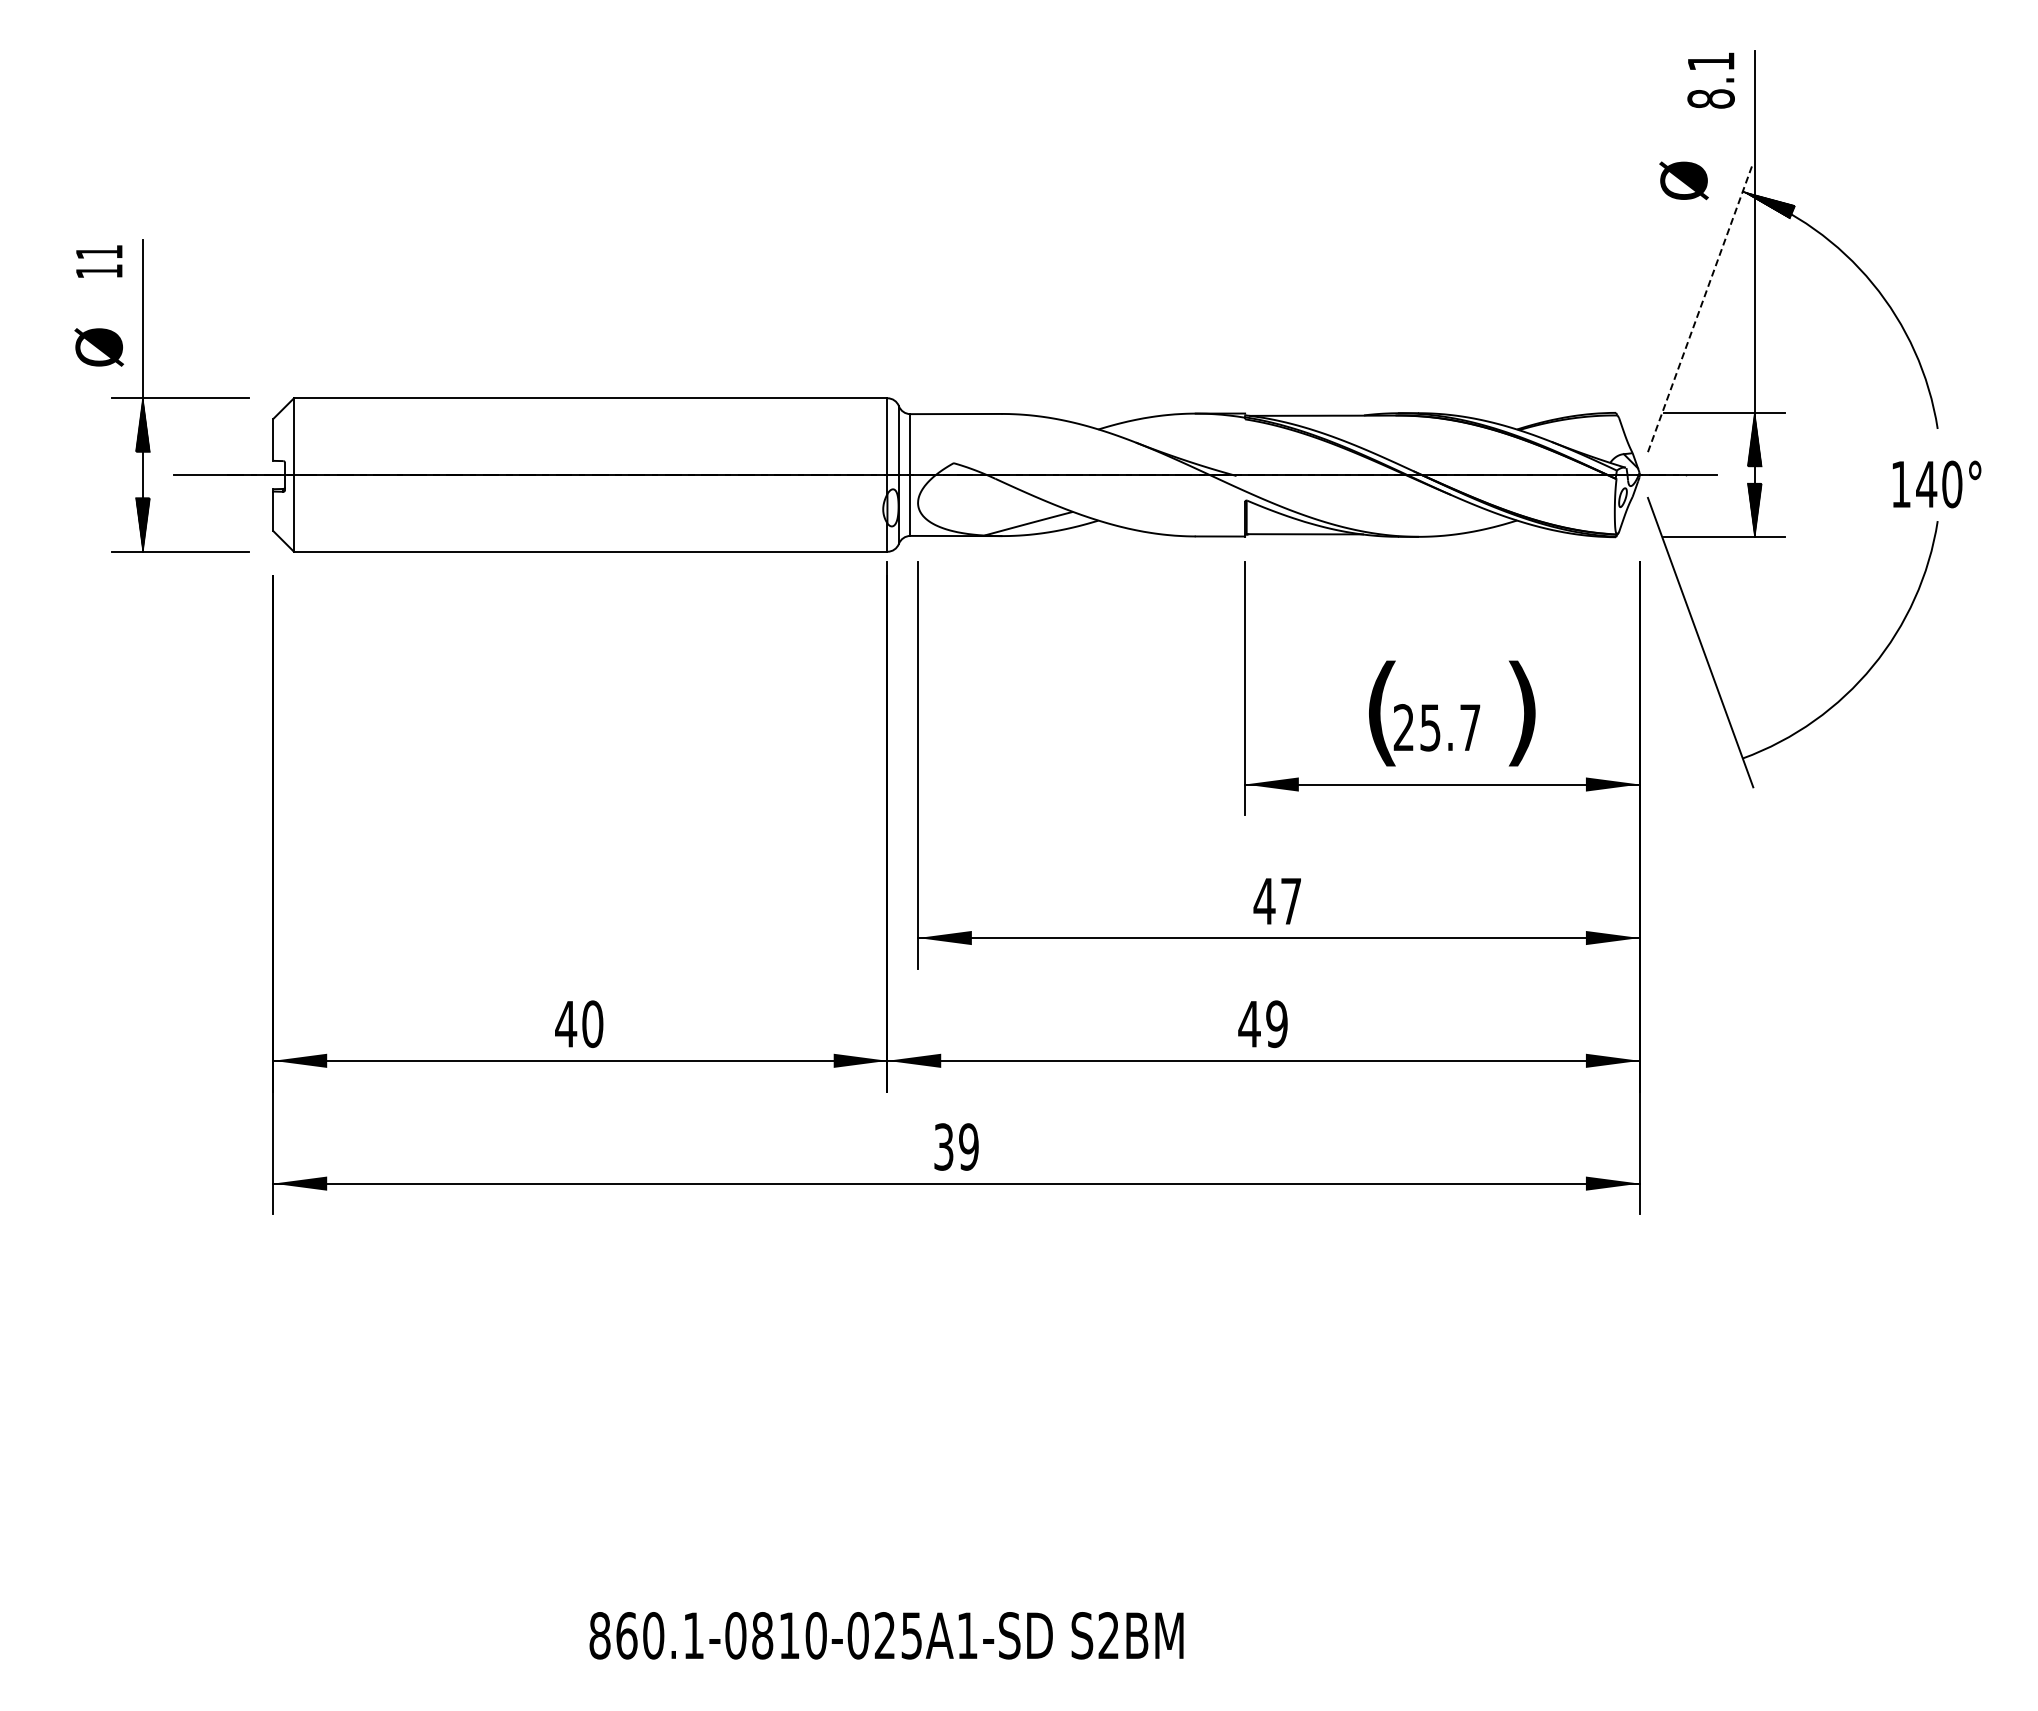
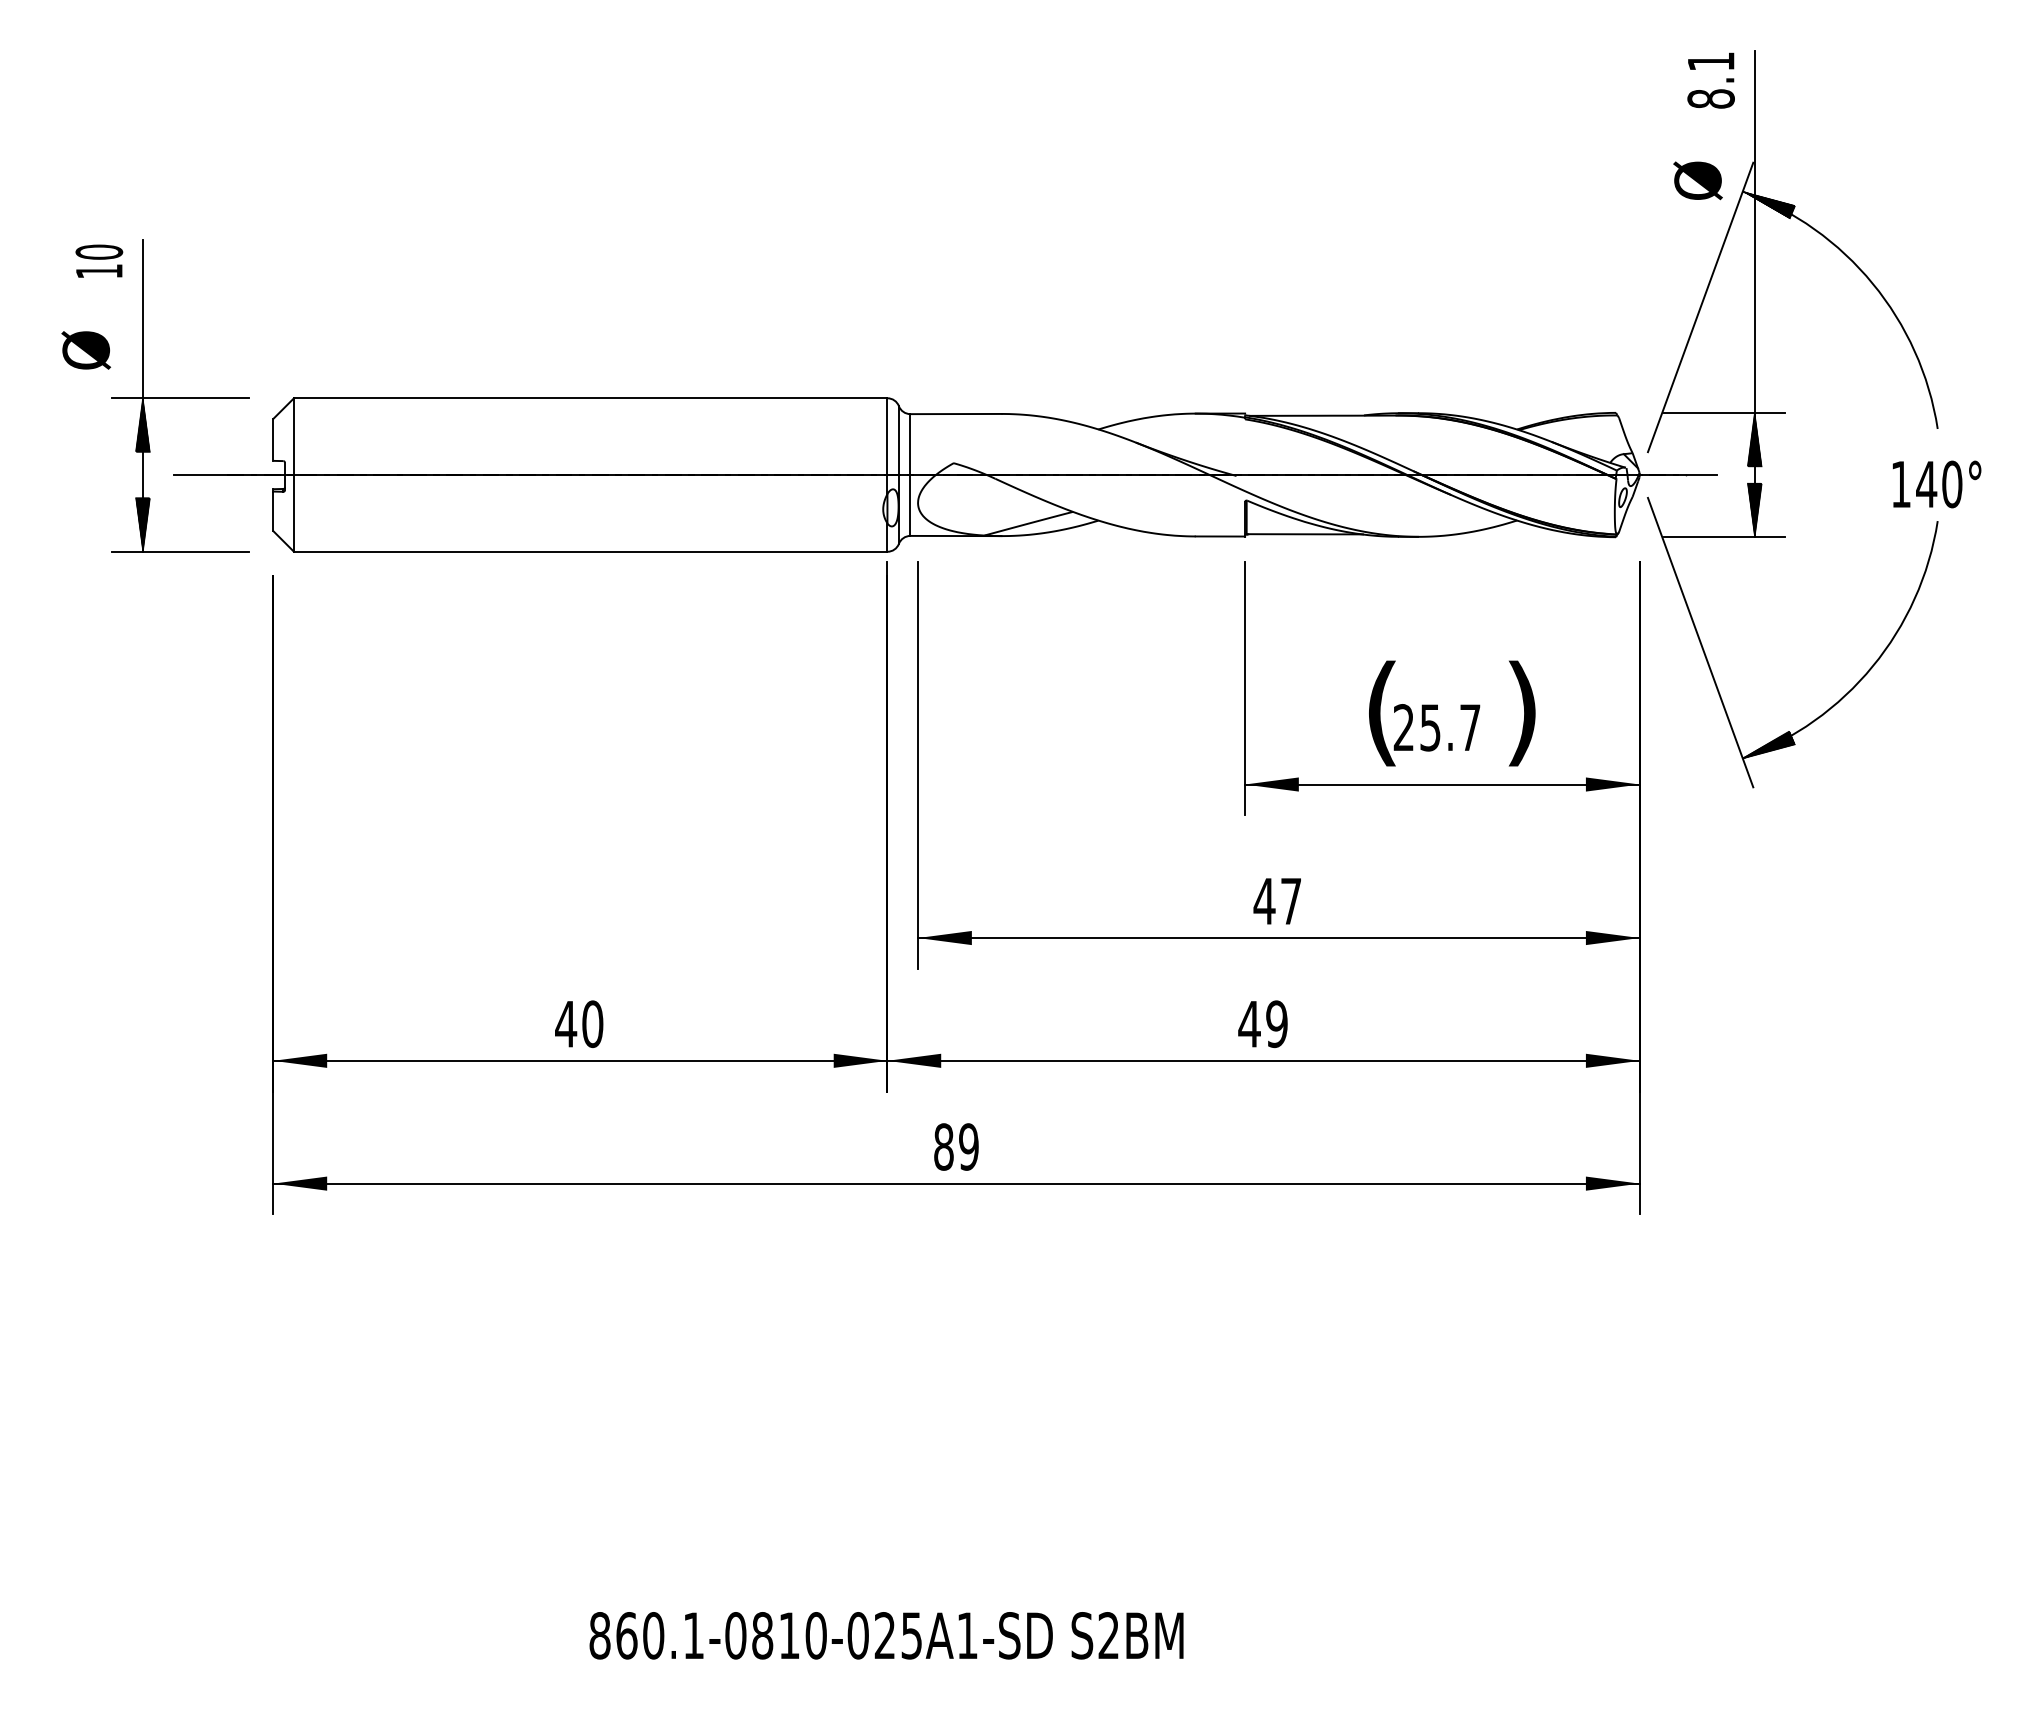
text at (1683, 180) position: (1683, 180) -> (1697, 180)
text at (99, 251): 11 -> 10
line at (1700, 307): dashed -> solid
text at (99, 347) position: (99, 347) -> (86, 350)
hatch at (1768, 744): none -> present
text at (943, 1146): 39 -> 89
